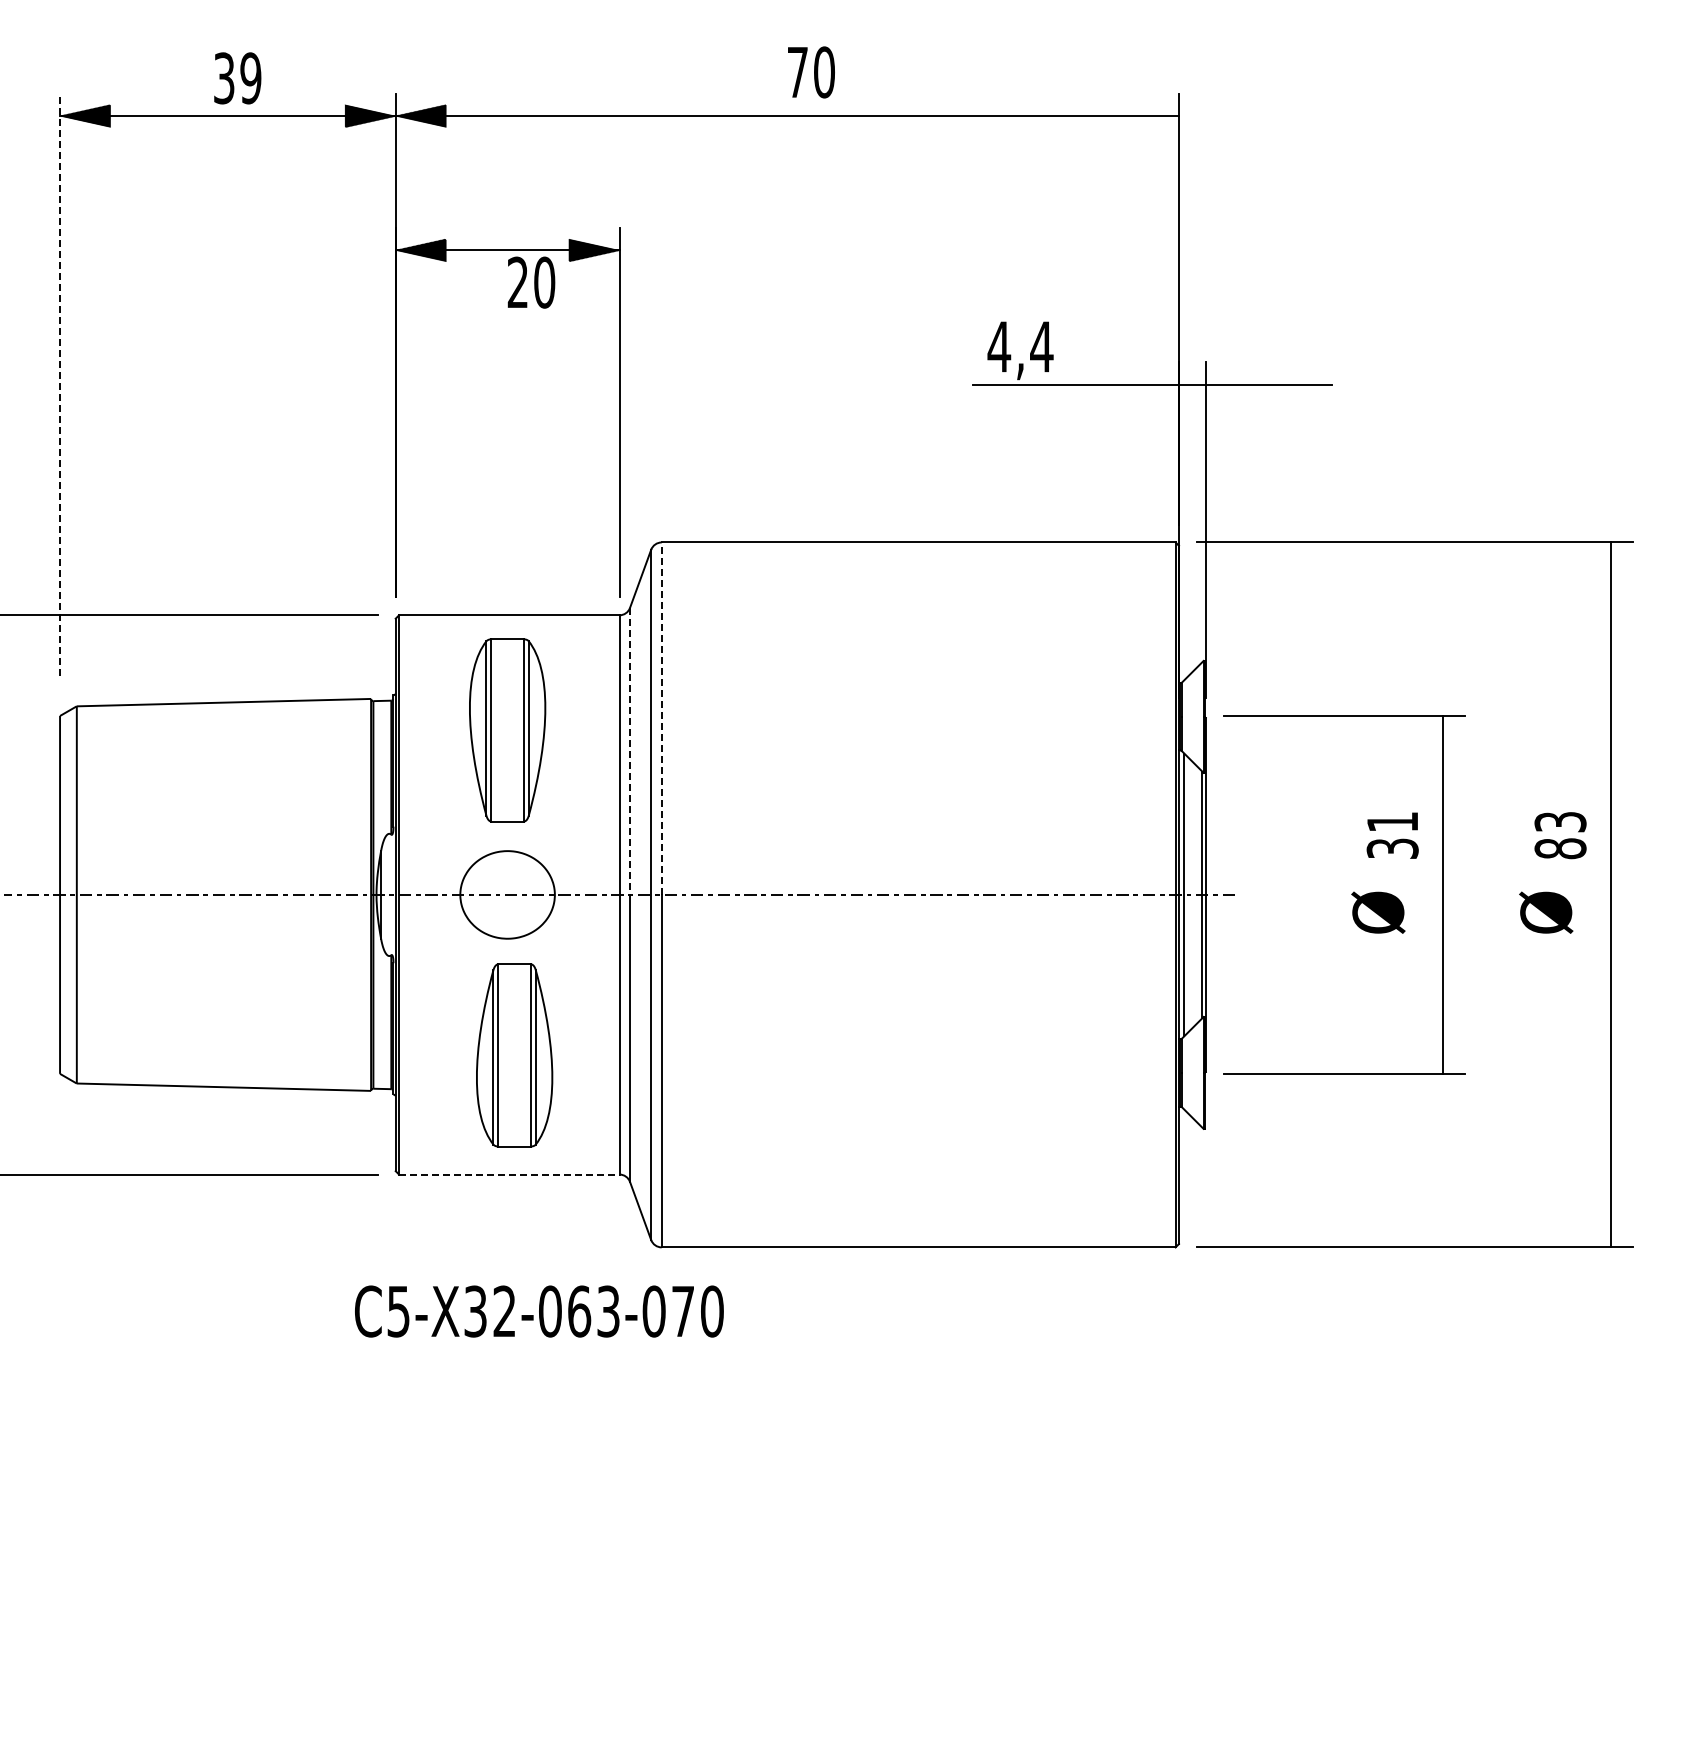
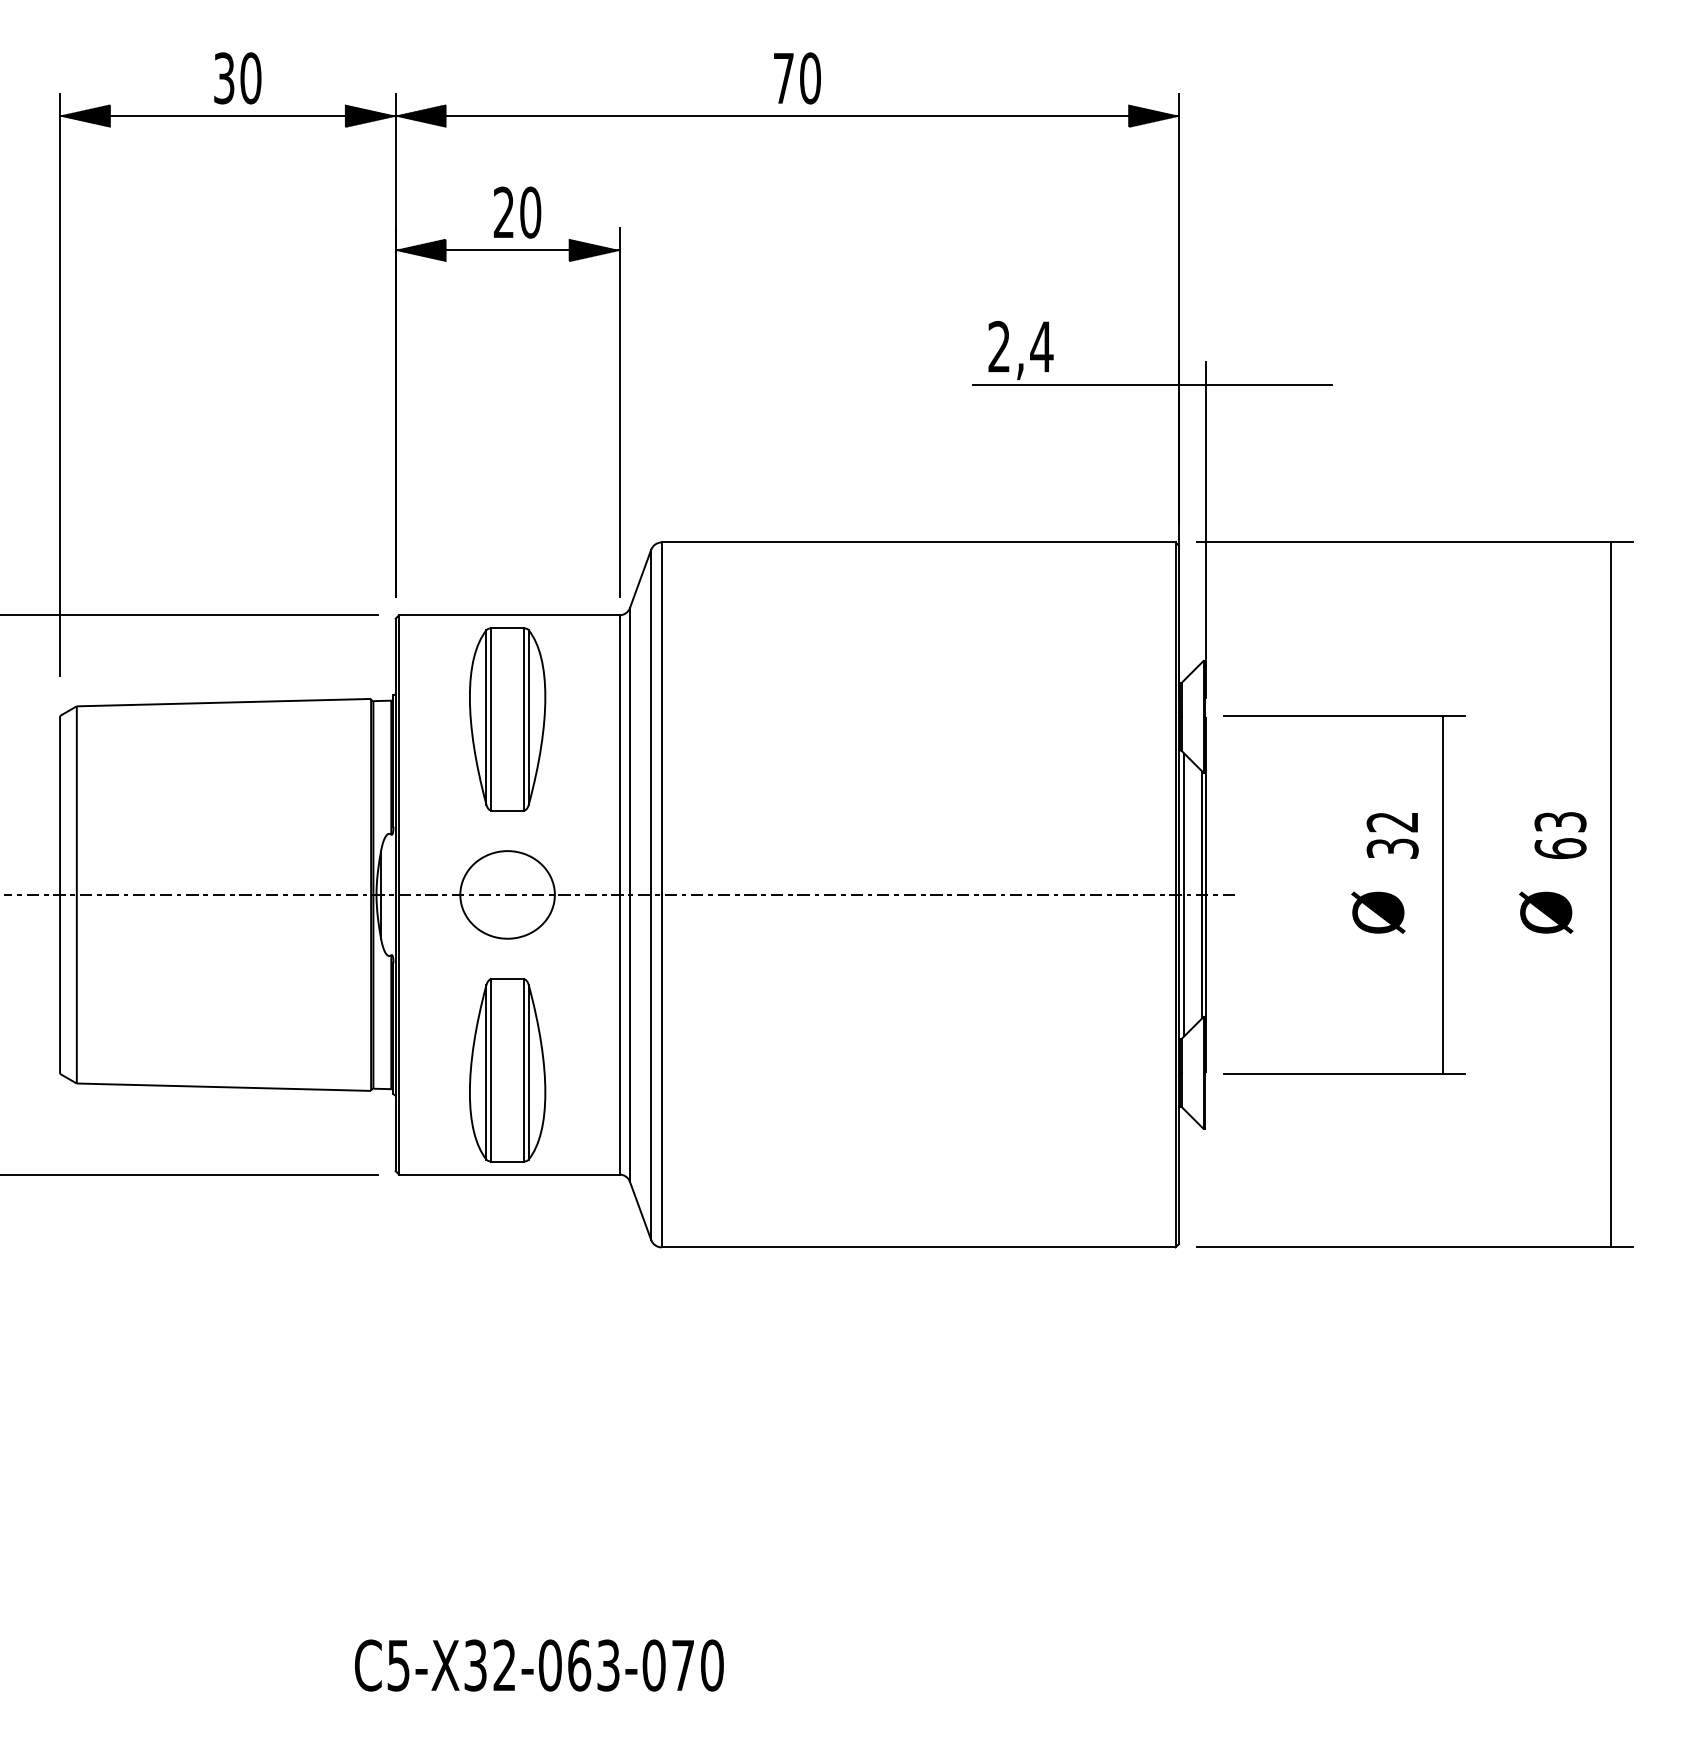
text at (811, 72) position: (811, 72) -> (797, 78)
text at (250, 78): 39 -> 30
hatch at (1153, 116): none -> present
text at (531, 282) position: (531, 282) -> (517, 212)
text at (999, 346): 4,4 -> 2,4
line at (60, 384): dashed -> solid
line at (661, 718): dashed -> solid
part at (507, 730) position: (507, 730) -> (507, 719)
line at (630, 751): dashed -> solid
text at (1391, 822): 31 -> 32
text at (1560, 848): 83 -> 63
part at (514, 1055) position: (514, 1055) -> (507, 1070)
line at (509, 1174): dashed -> solid
text at (539, 1311) position: (539, 1311) -> (539, 1665)
